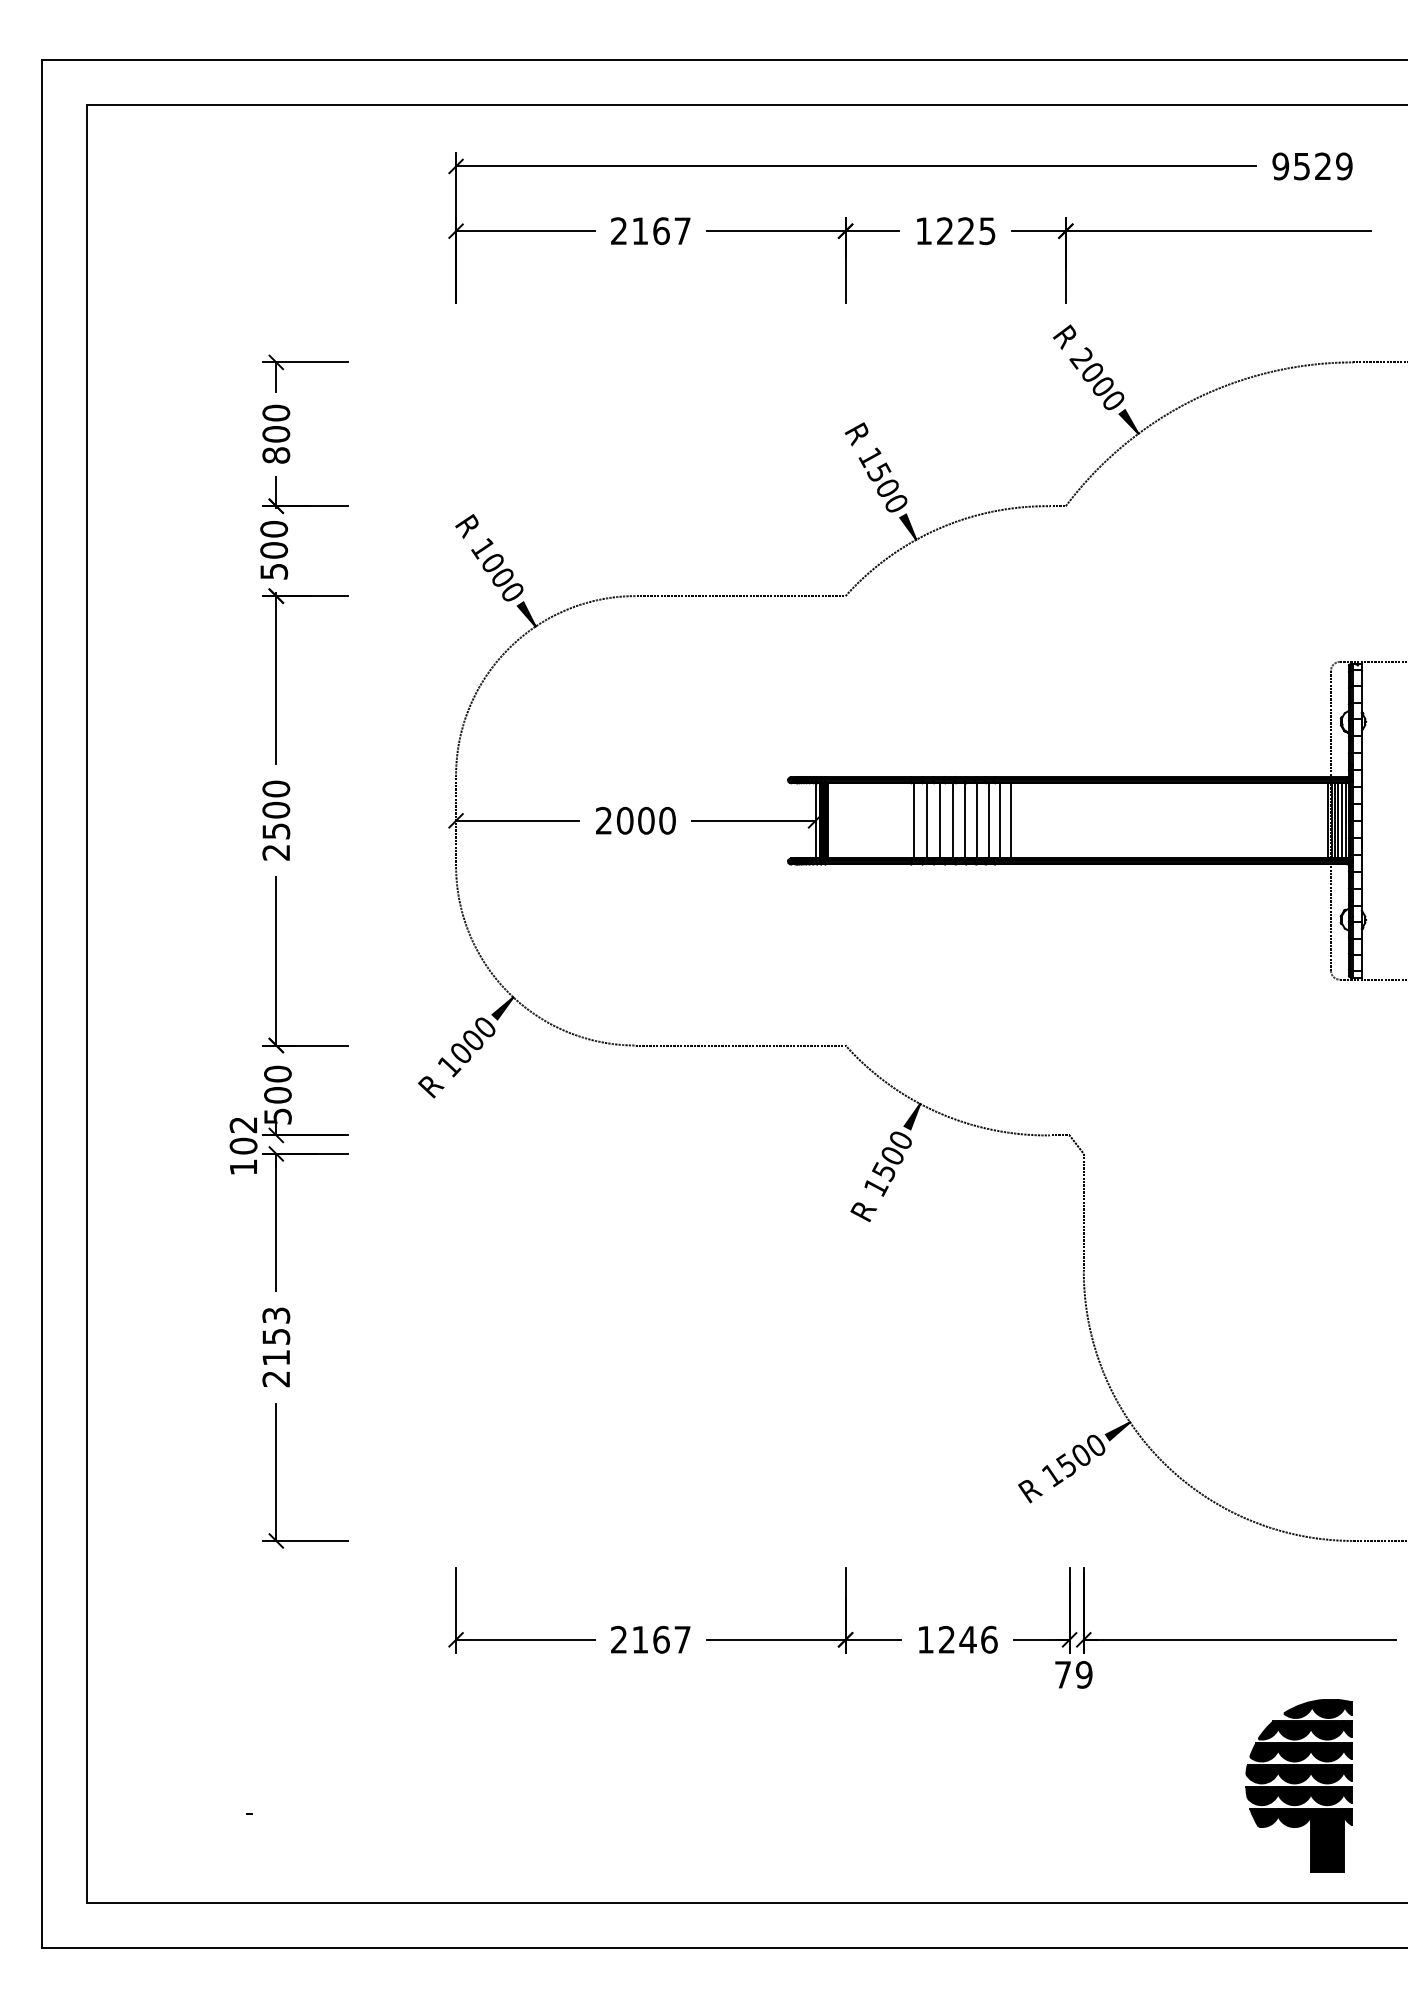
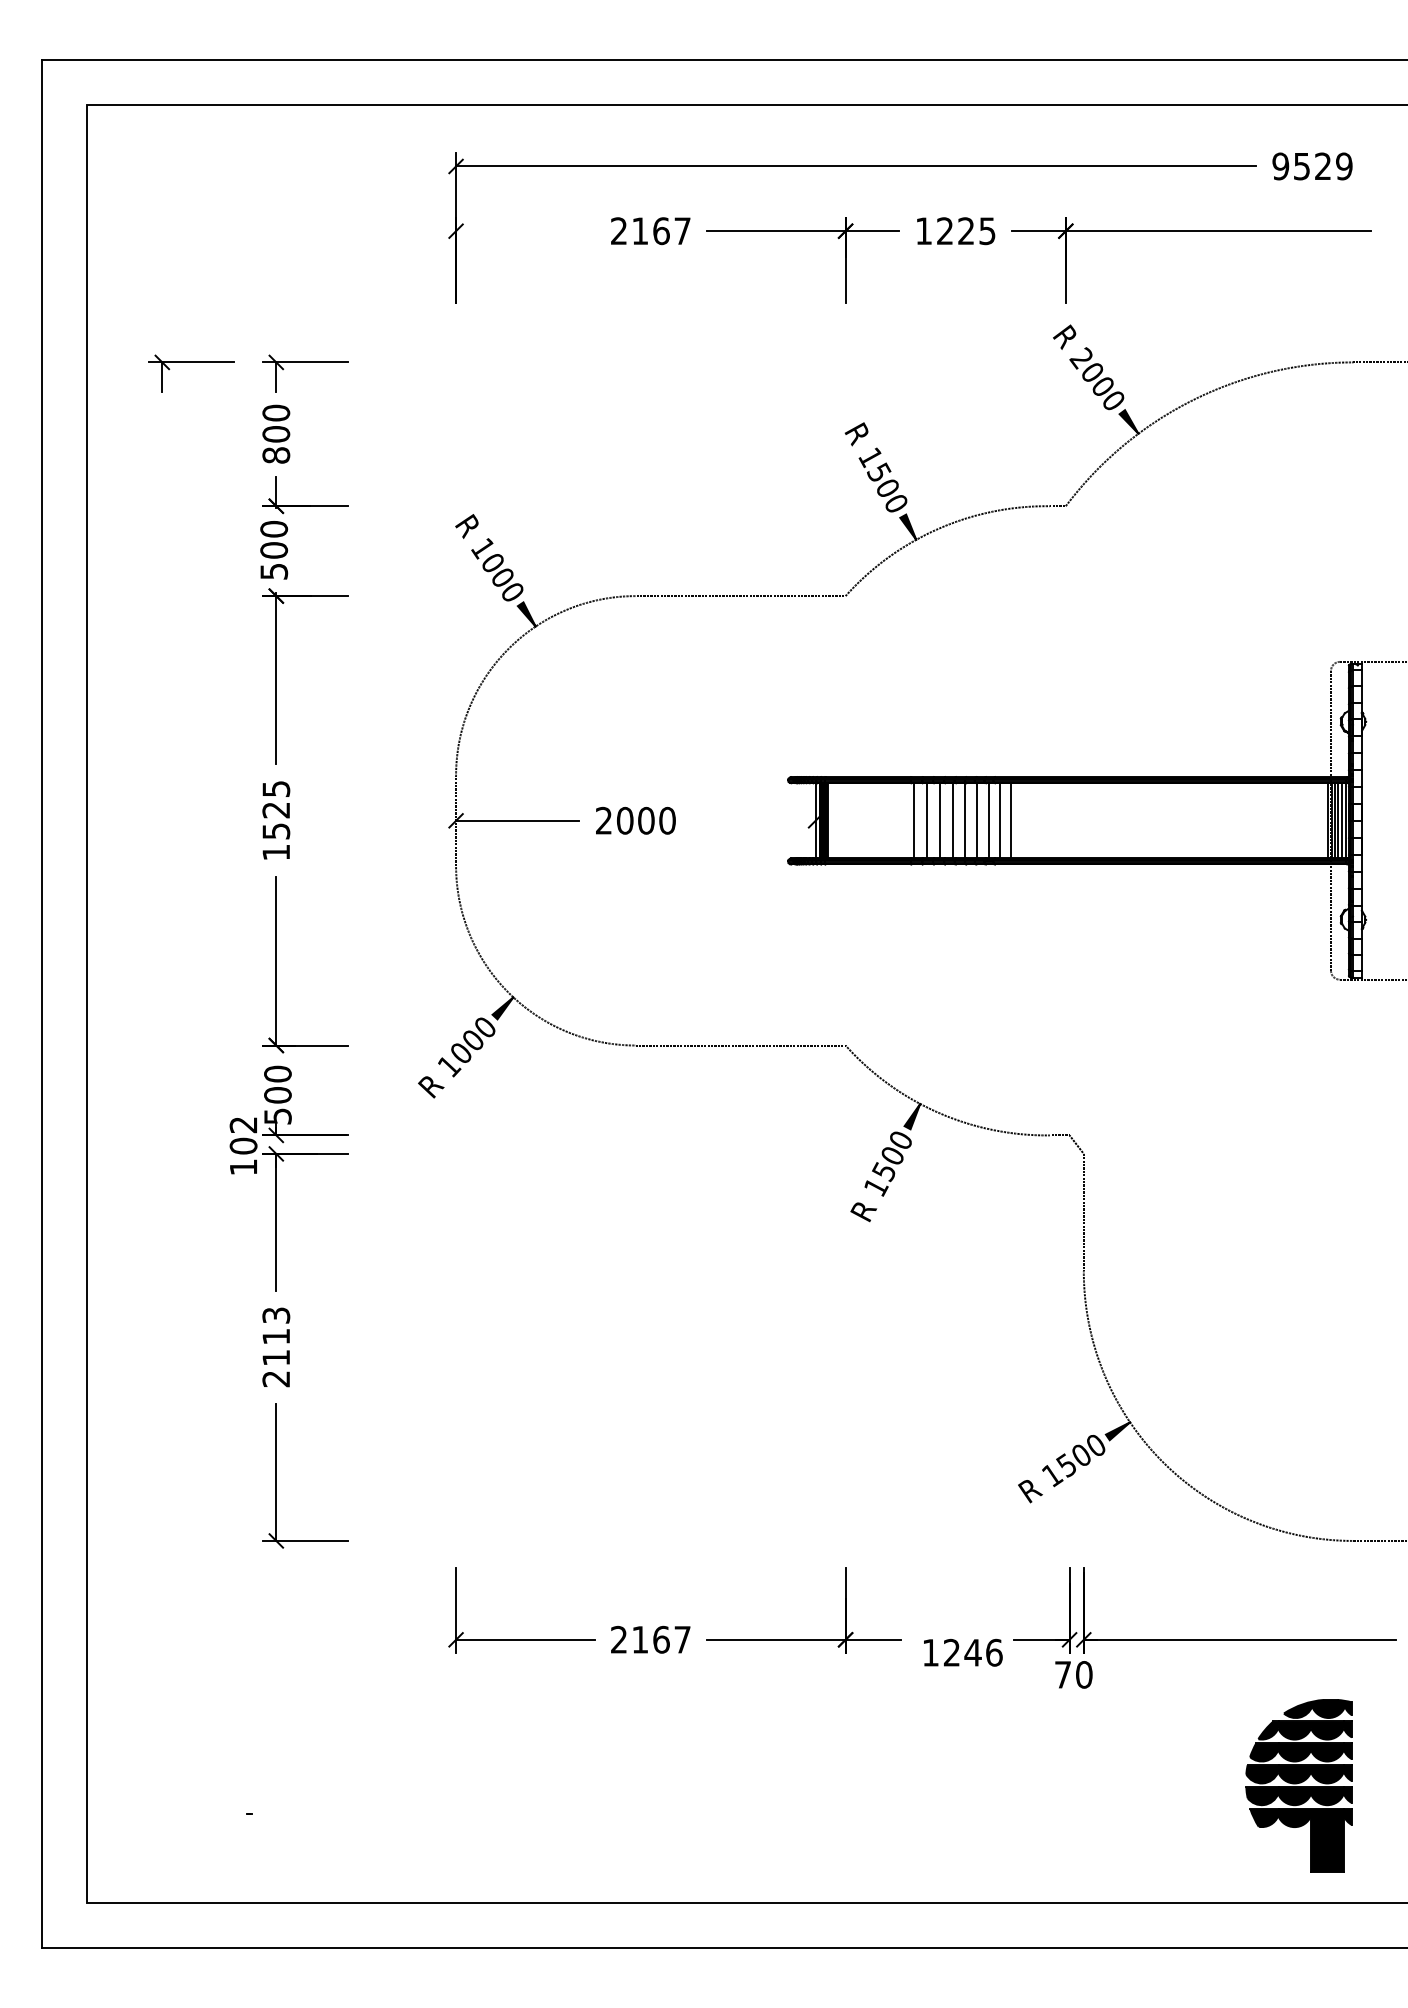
line at (525, 231): present -> none
part at (191, 362): none -> present
text at (276, 820): 2500 -> 1525
line at (753, 820): present -> none
text at (276, 1336): 2153 -> 2113
text at (958, 1639) position: (958, 1639) -> (963, 1652)
text at (1083, 1674): 79 -> 70
